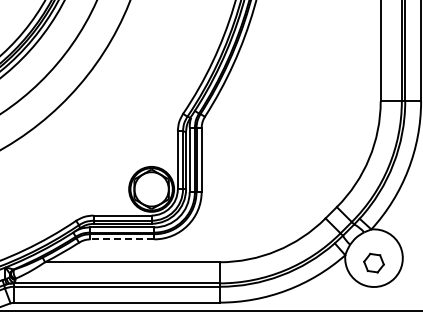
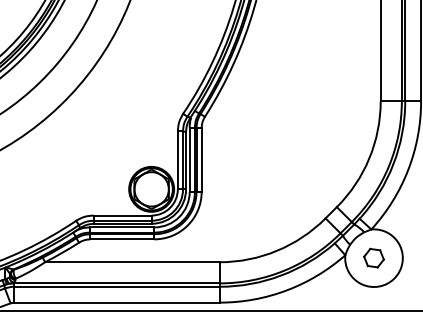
line at (121, 239): dashed -> solid
part at (373, 262) position: (373, 262) -> (373, 257)
